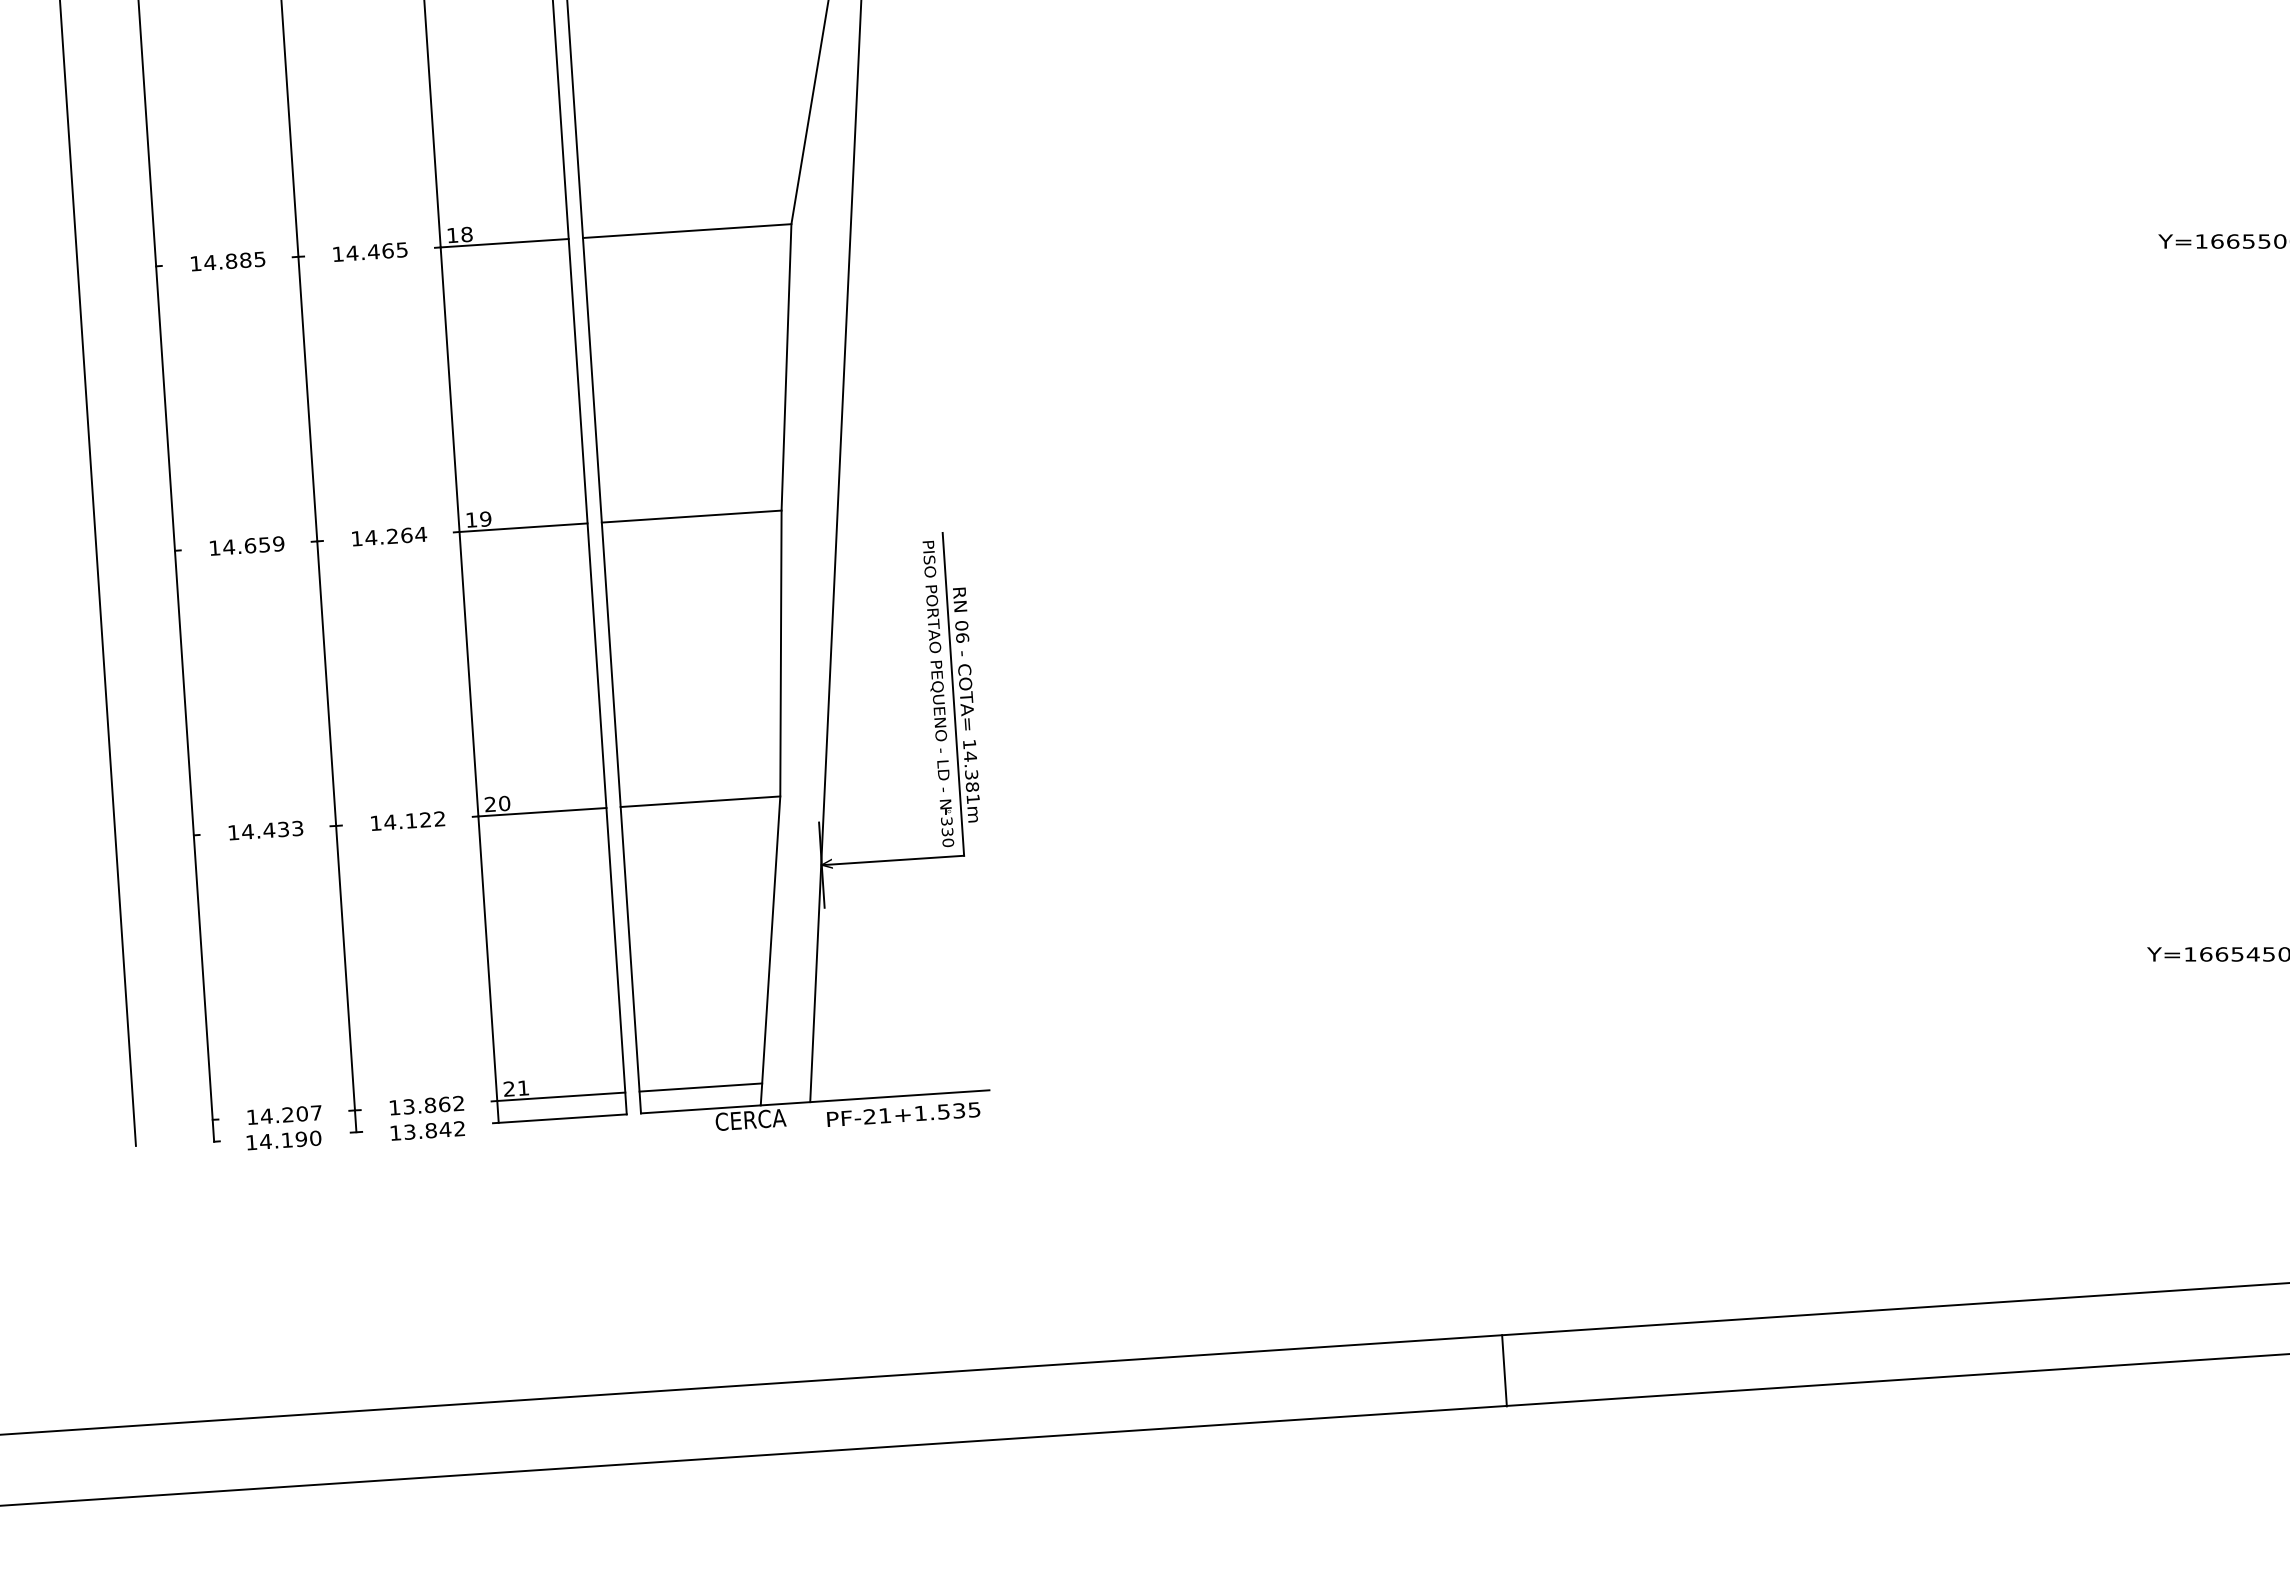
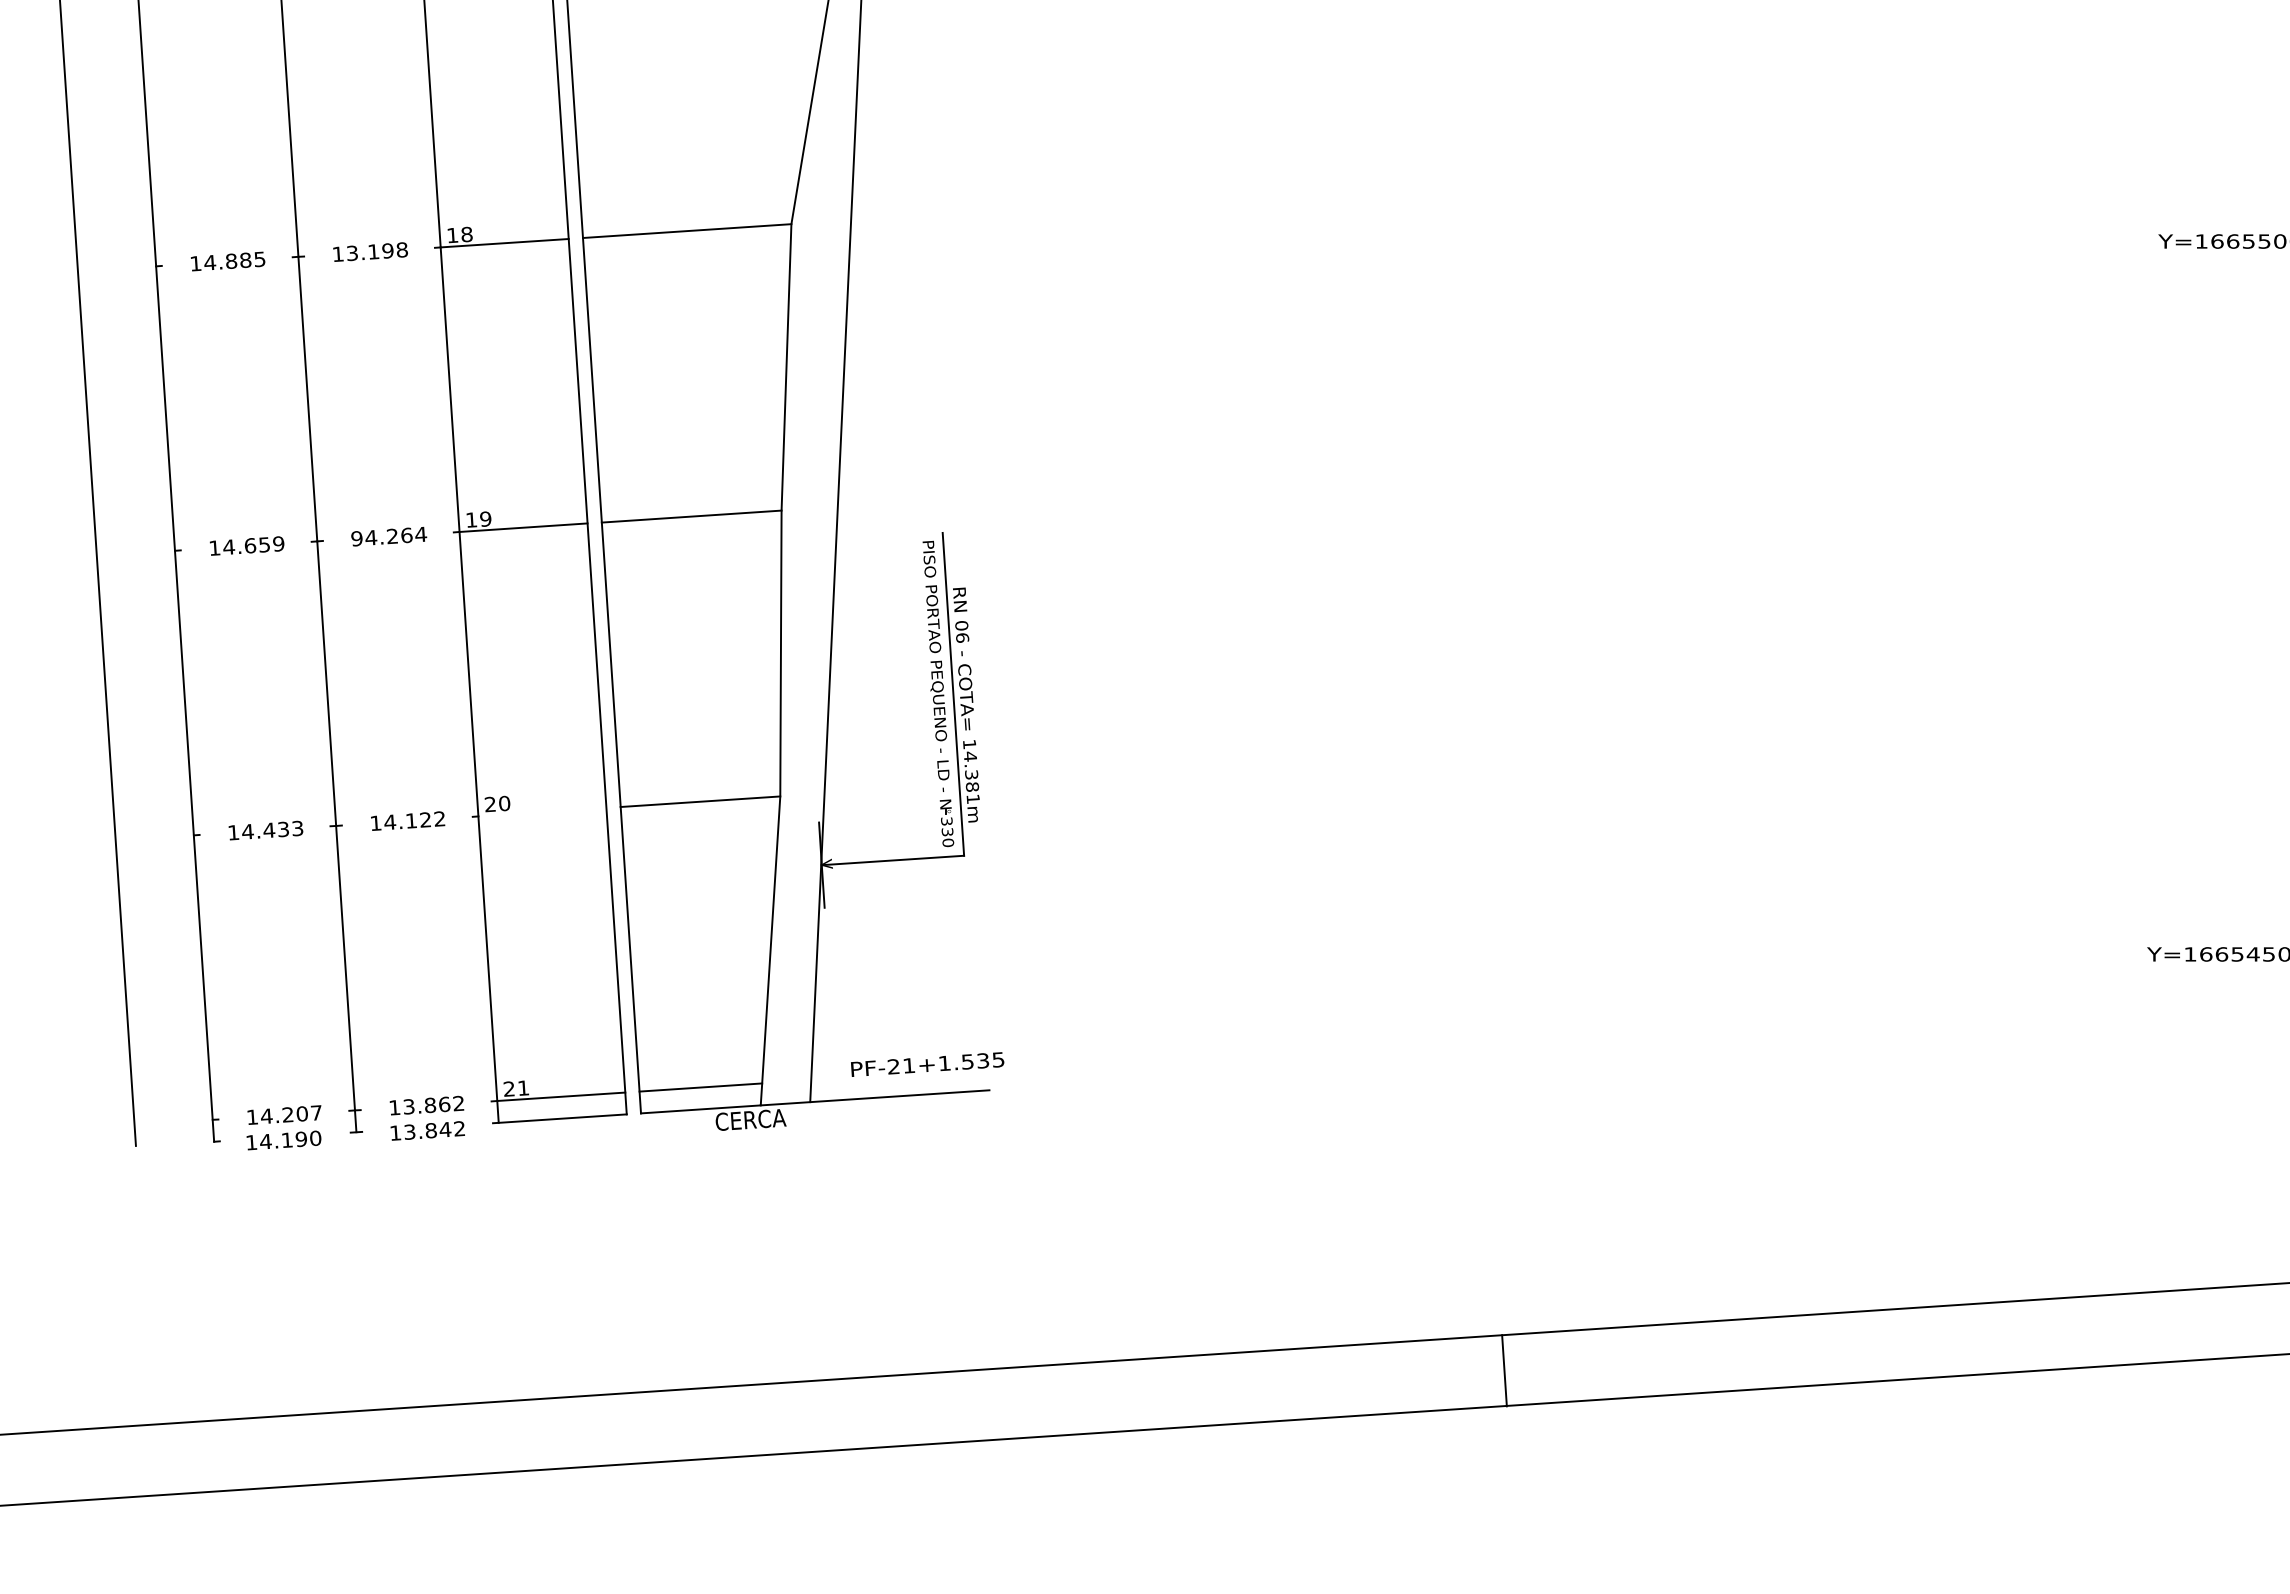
text at (376, 251): 14.465 -> 13.198
text at (356, 538): 14.264 -> 94.264
line at (542, 812): present -> none
text at (903, 1114) position: (903, 1114) -> (927, 1064)
